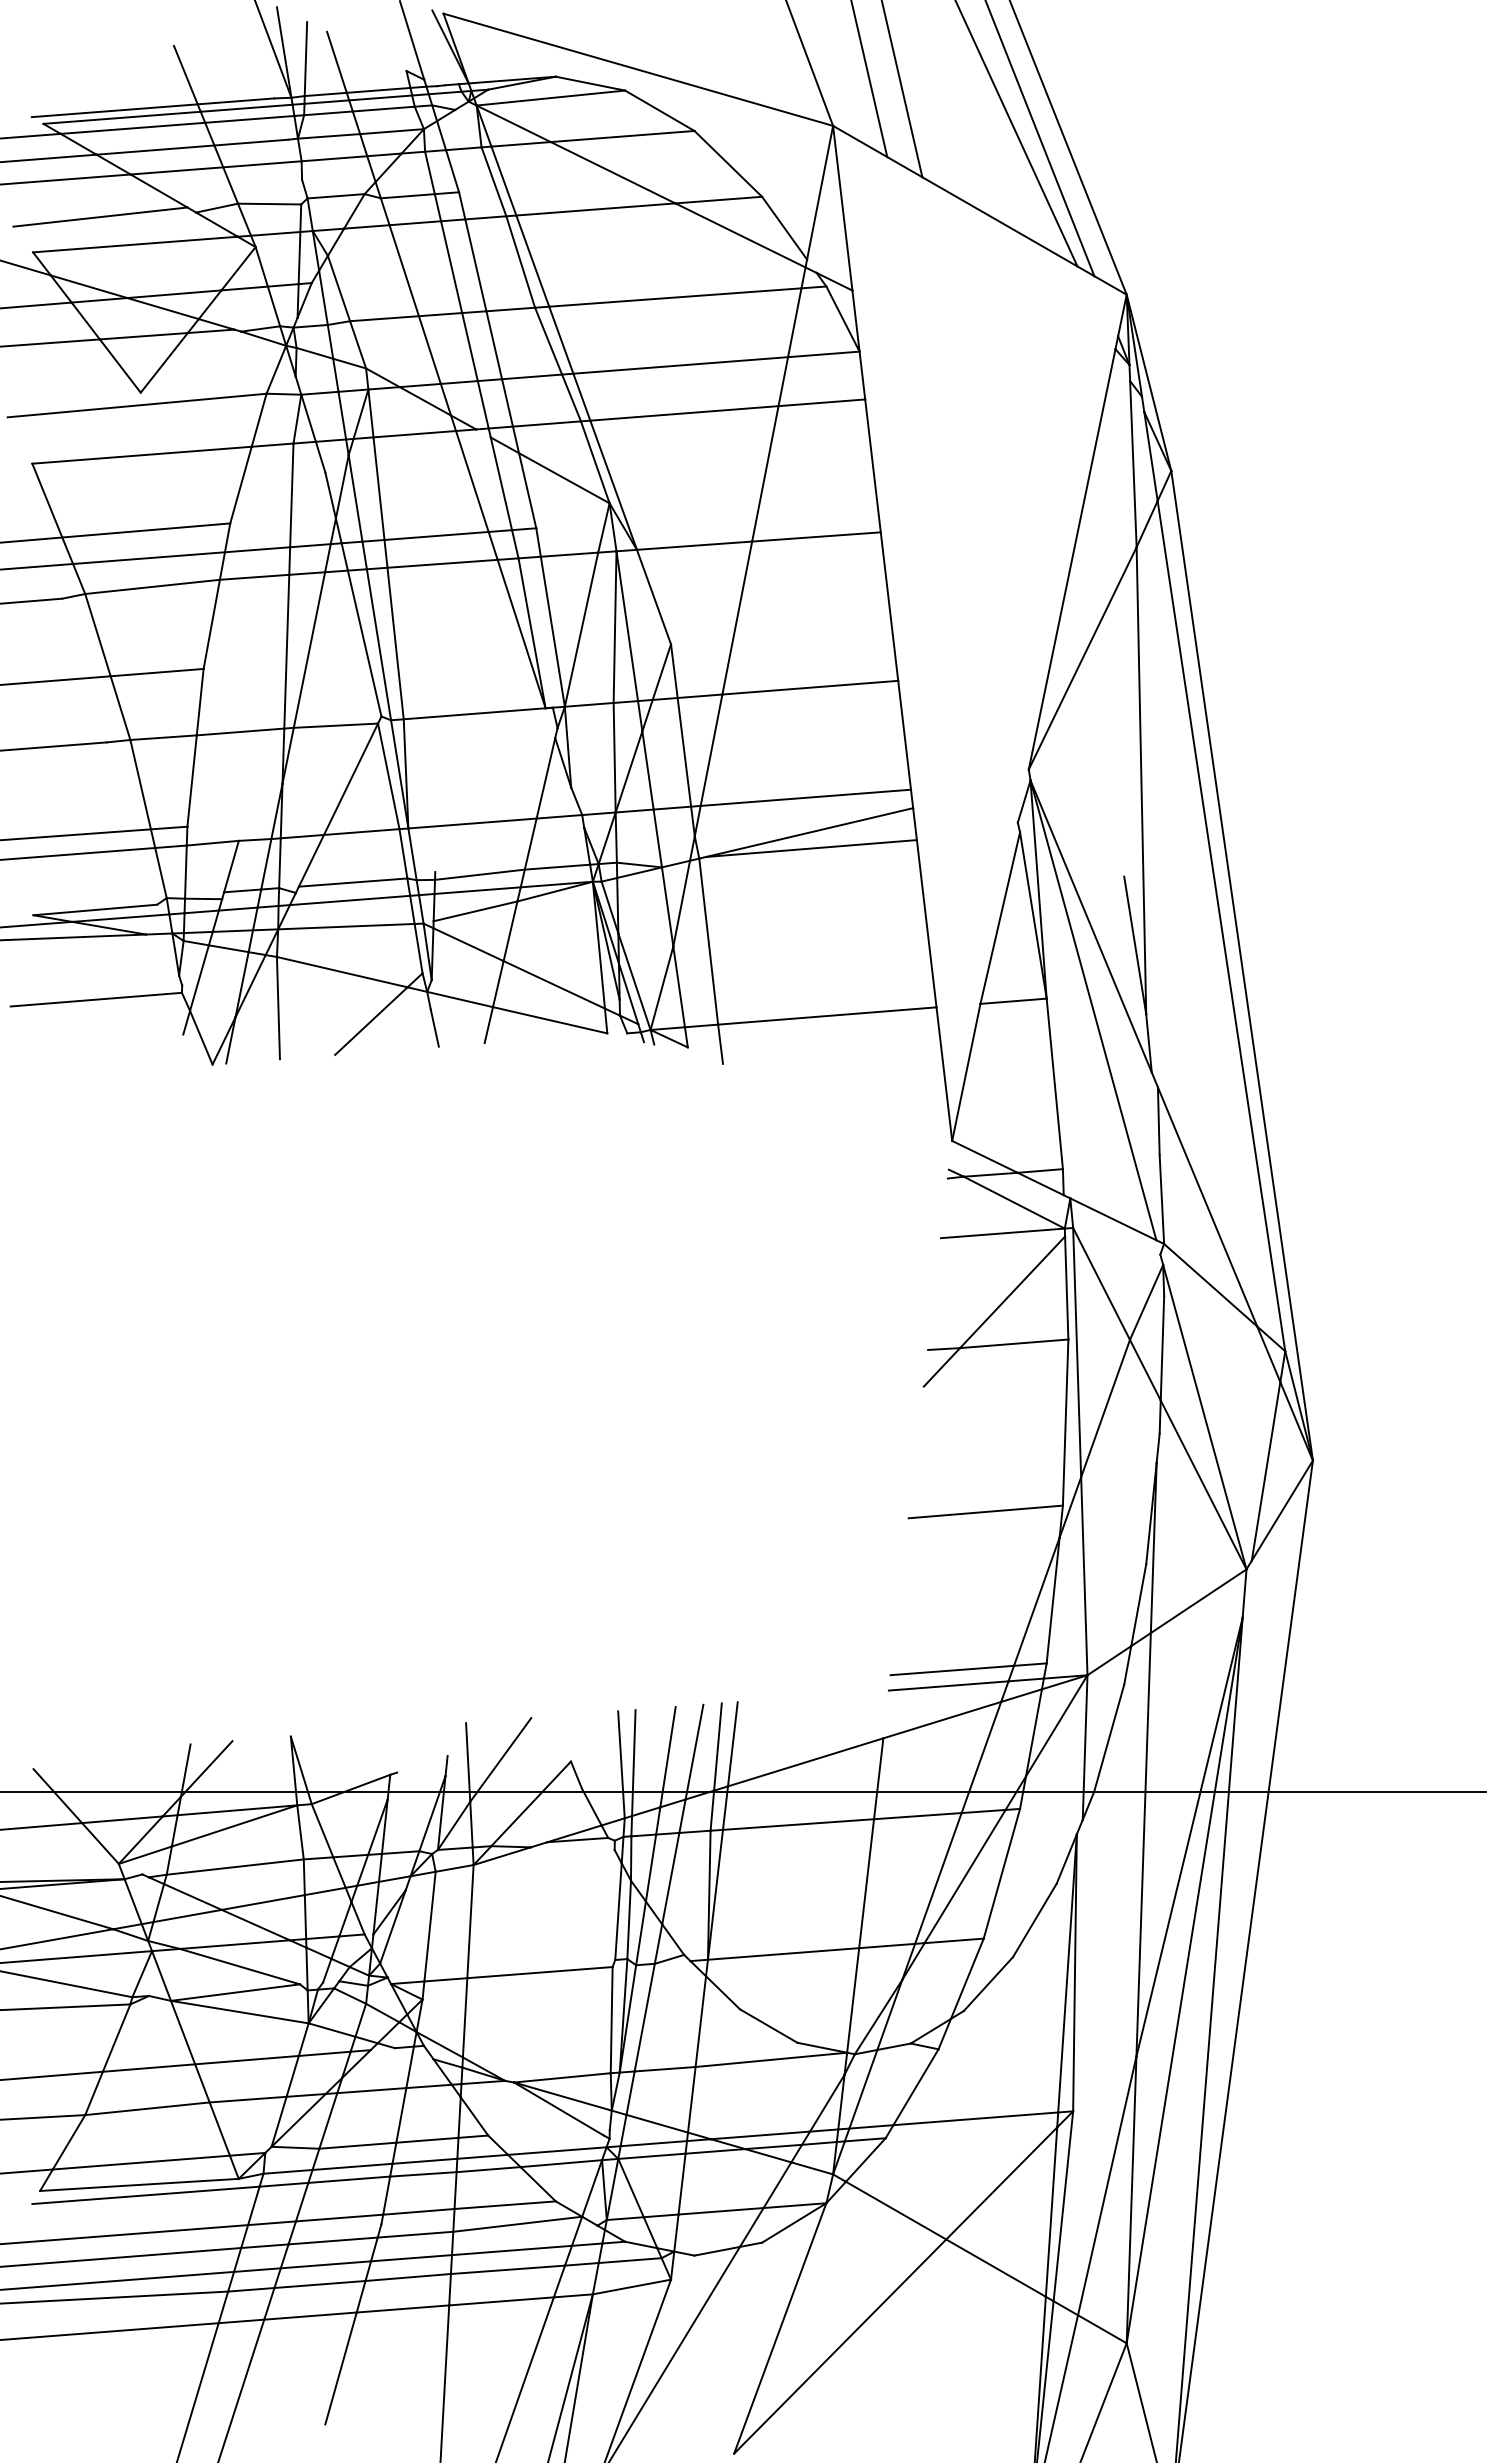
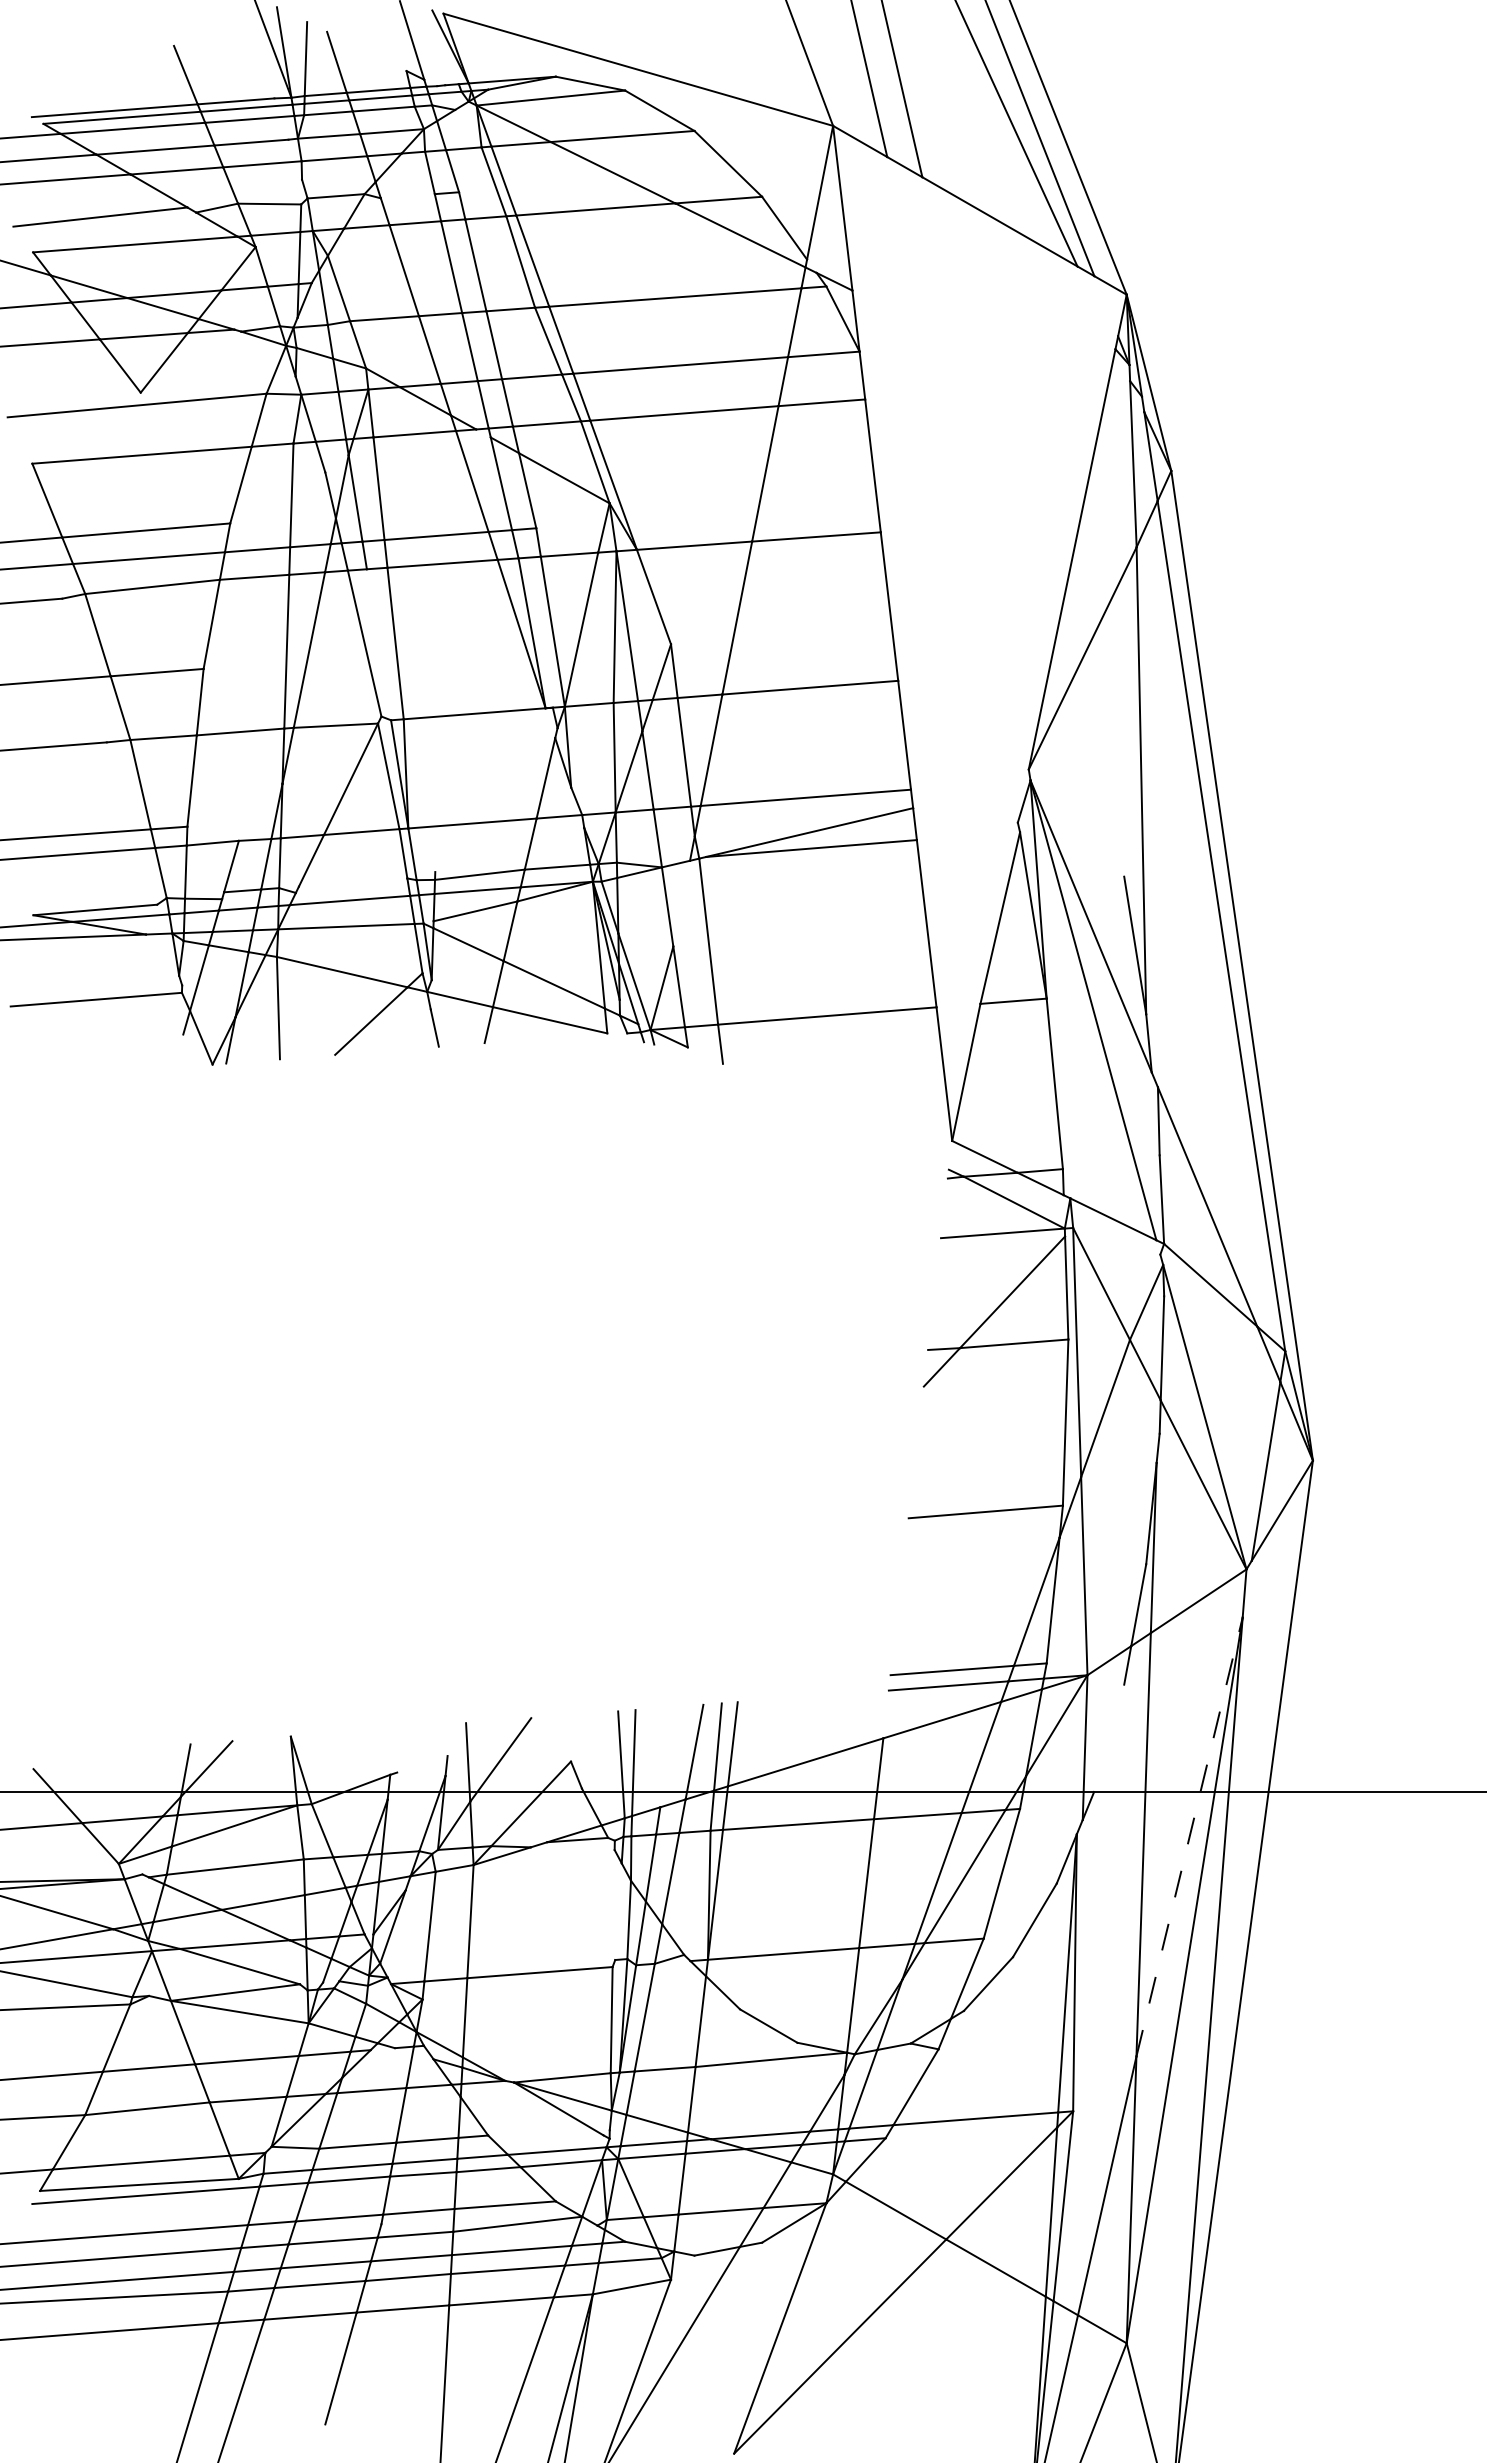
line at (407, 196): present -> none
line at (378, 644): present -> none
line at (352, 882): present -> none
line at (681, 903): present -> none
line at (1109, 1738): present -> none
line at (667, 1757): present -> none
line at (1189, 1837): solid -> dashed
line at (618, 1911): present -> none
